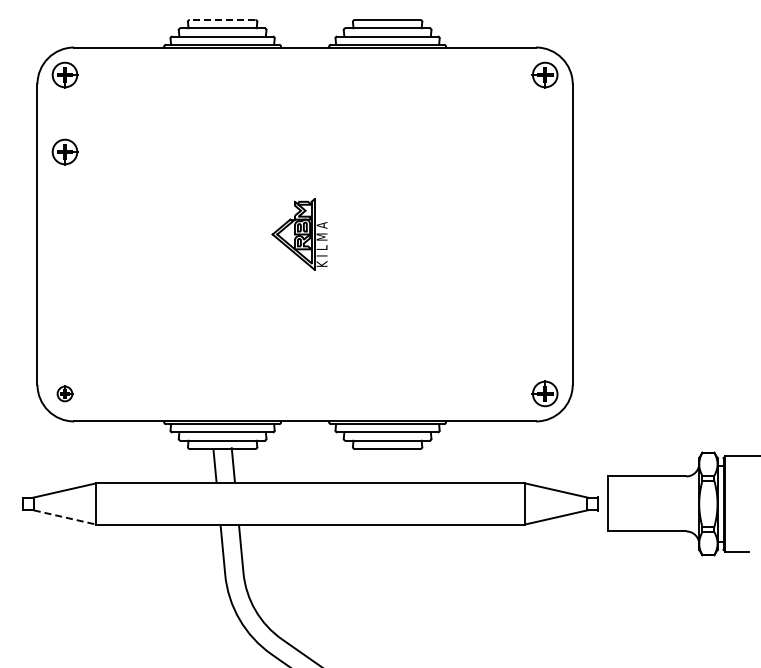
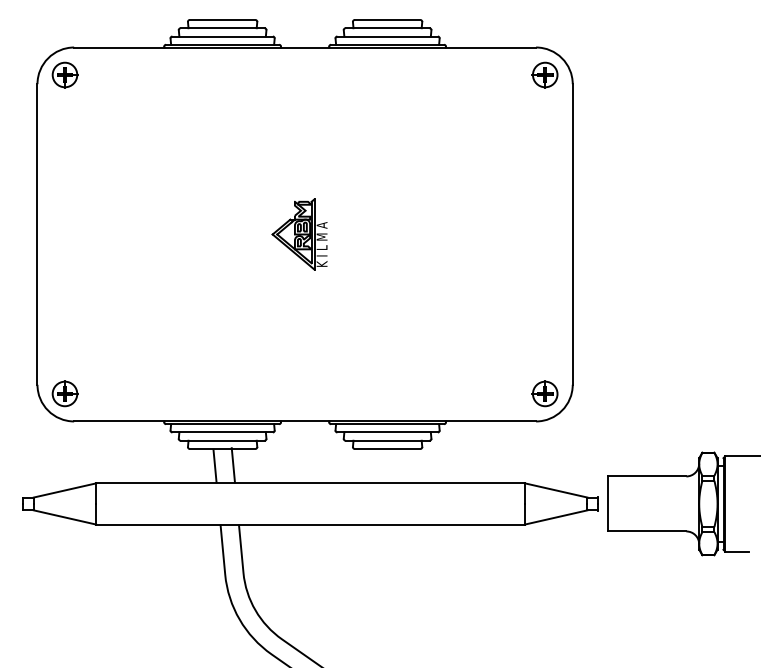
line at (222, 20): dashed -> solid
part at (64, 151): present -> none
part at (64, 393) size: 18x18 px -> 28x28 px
line at (64, 517): dashed -> solid
